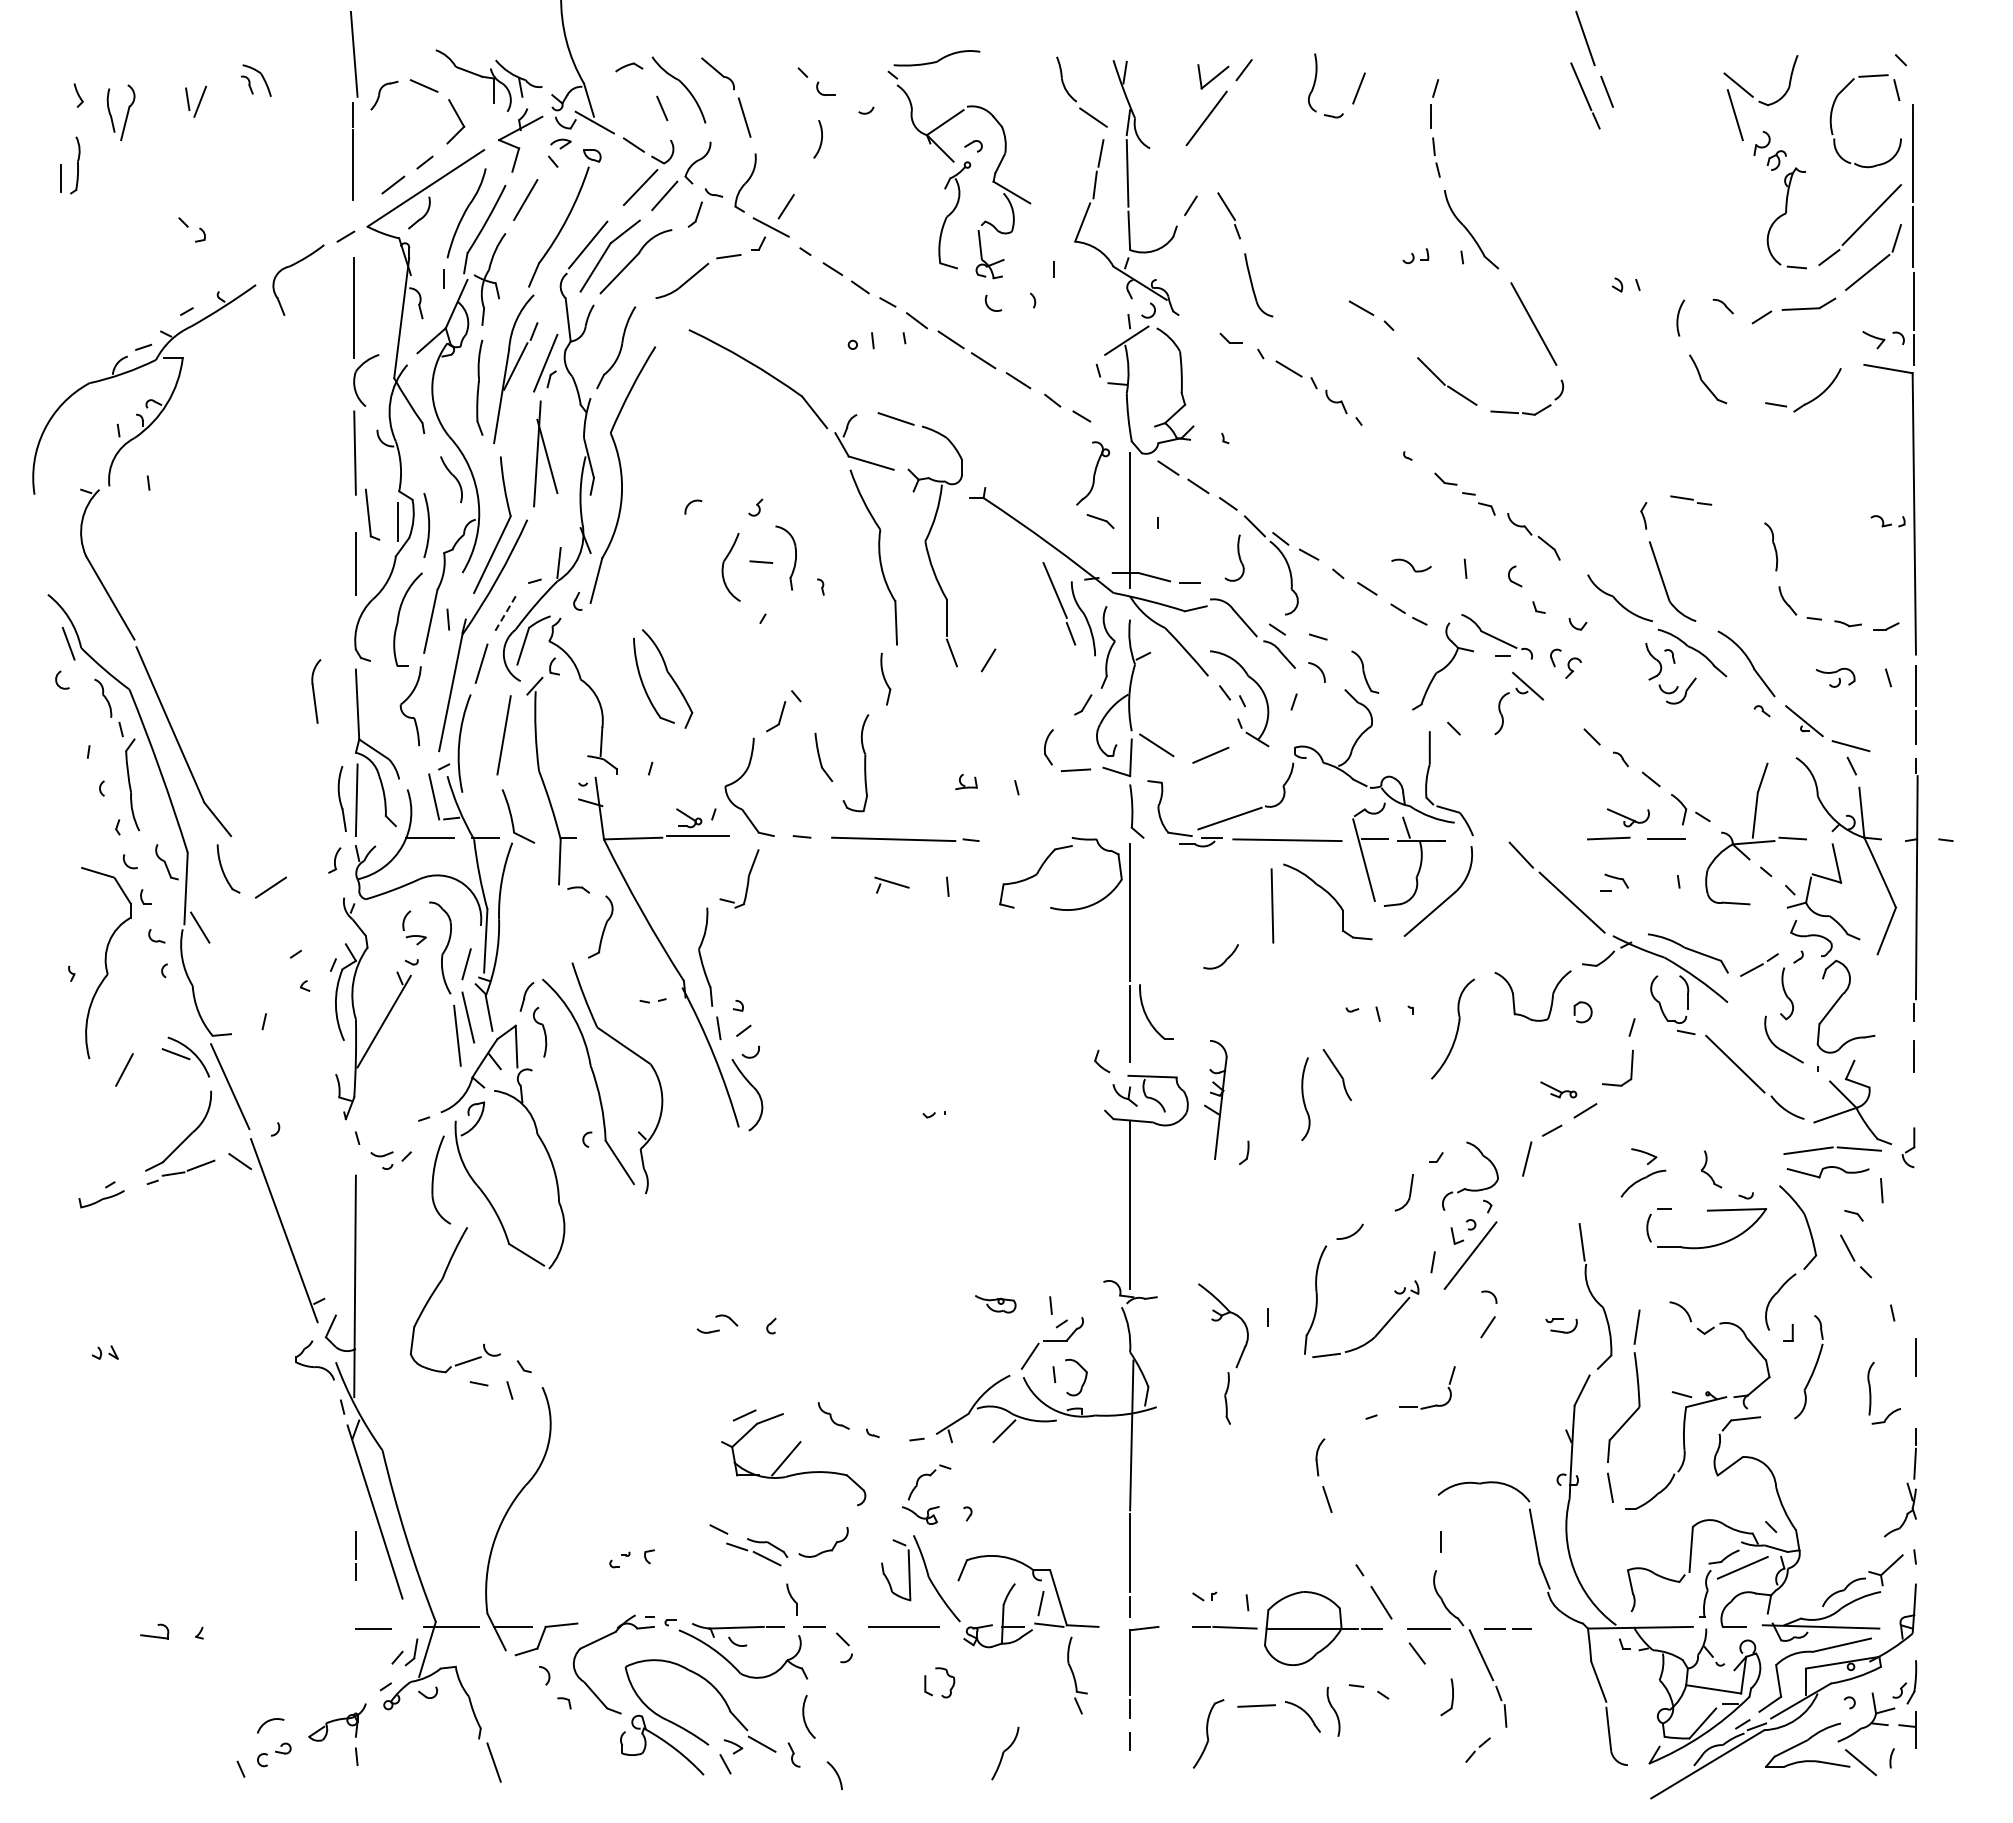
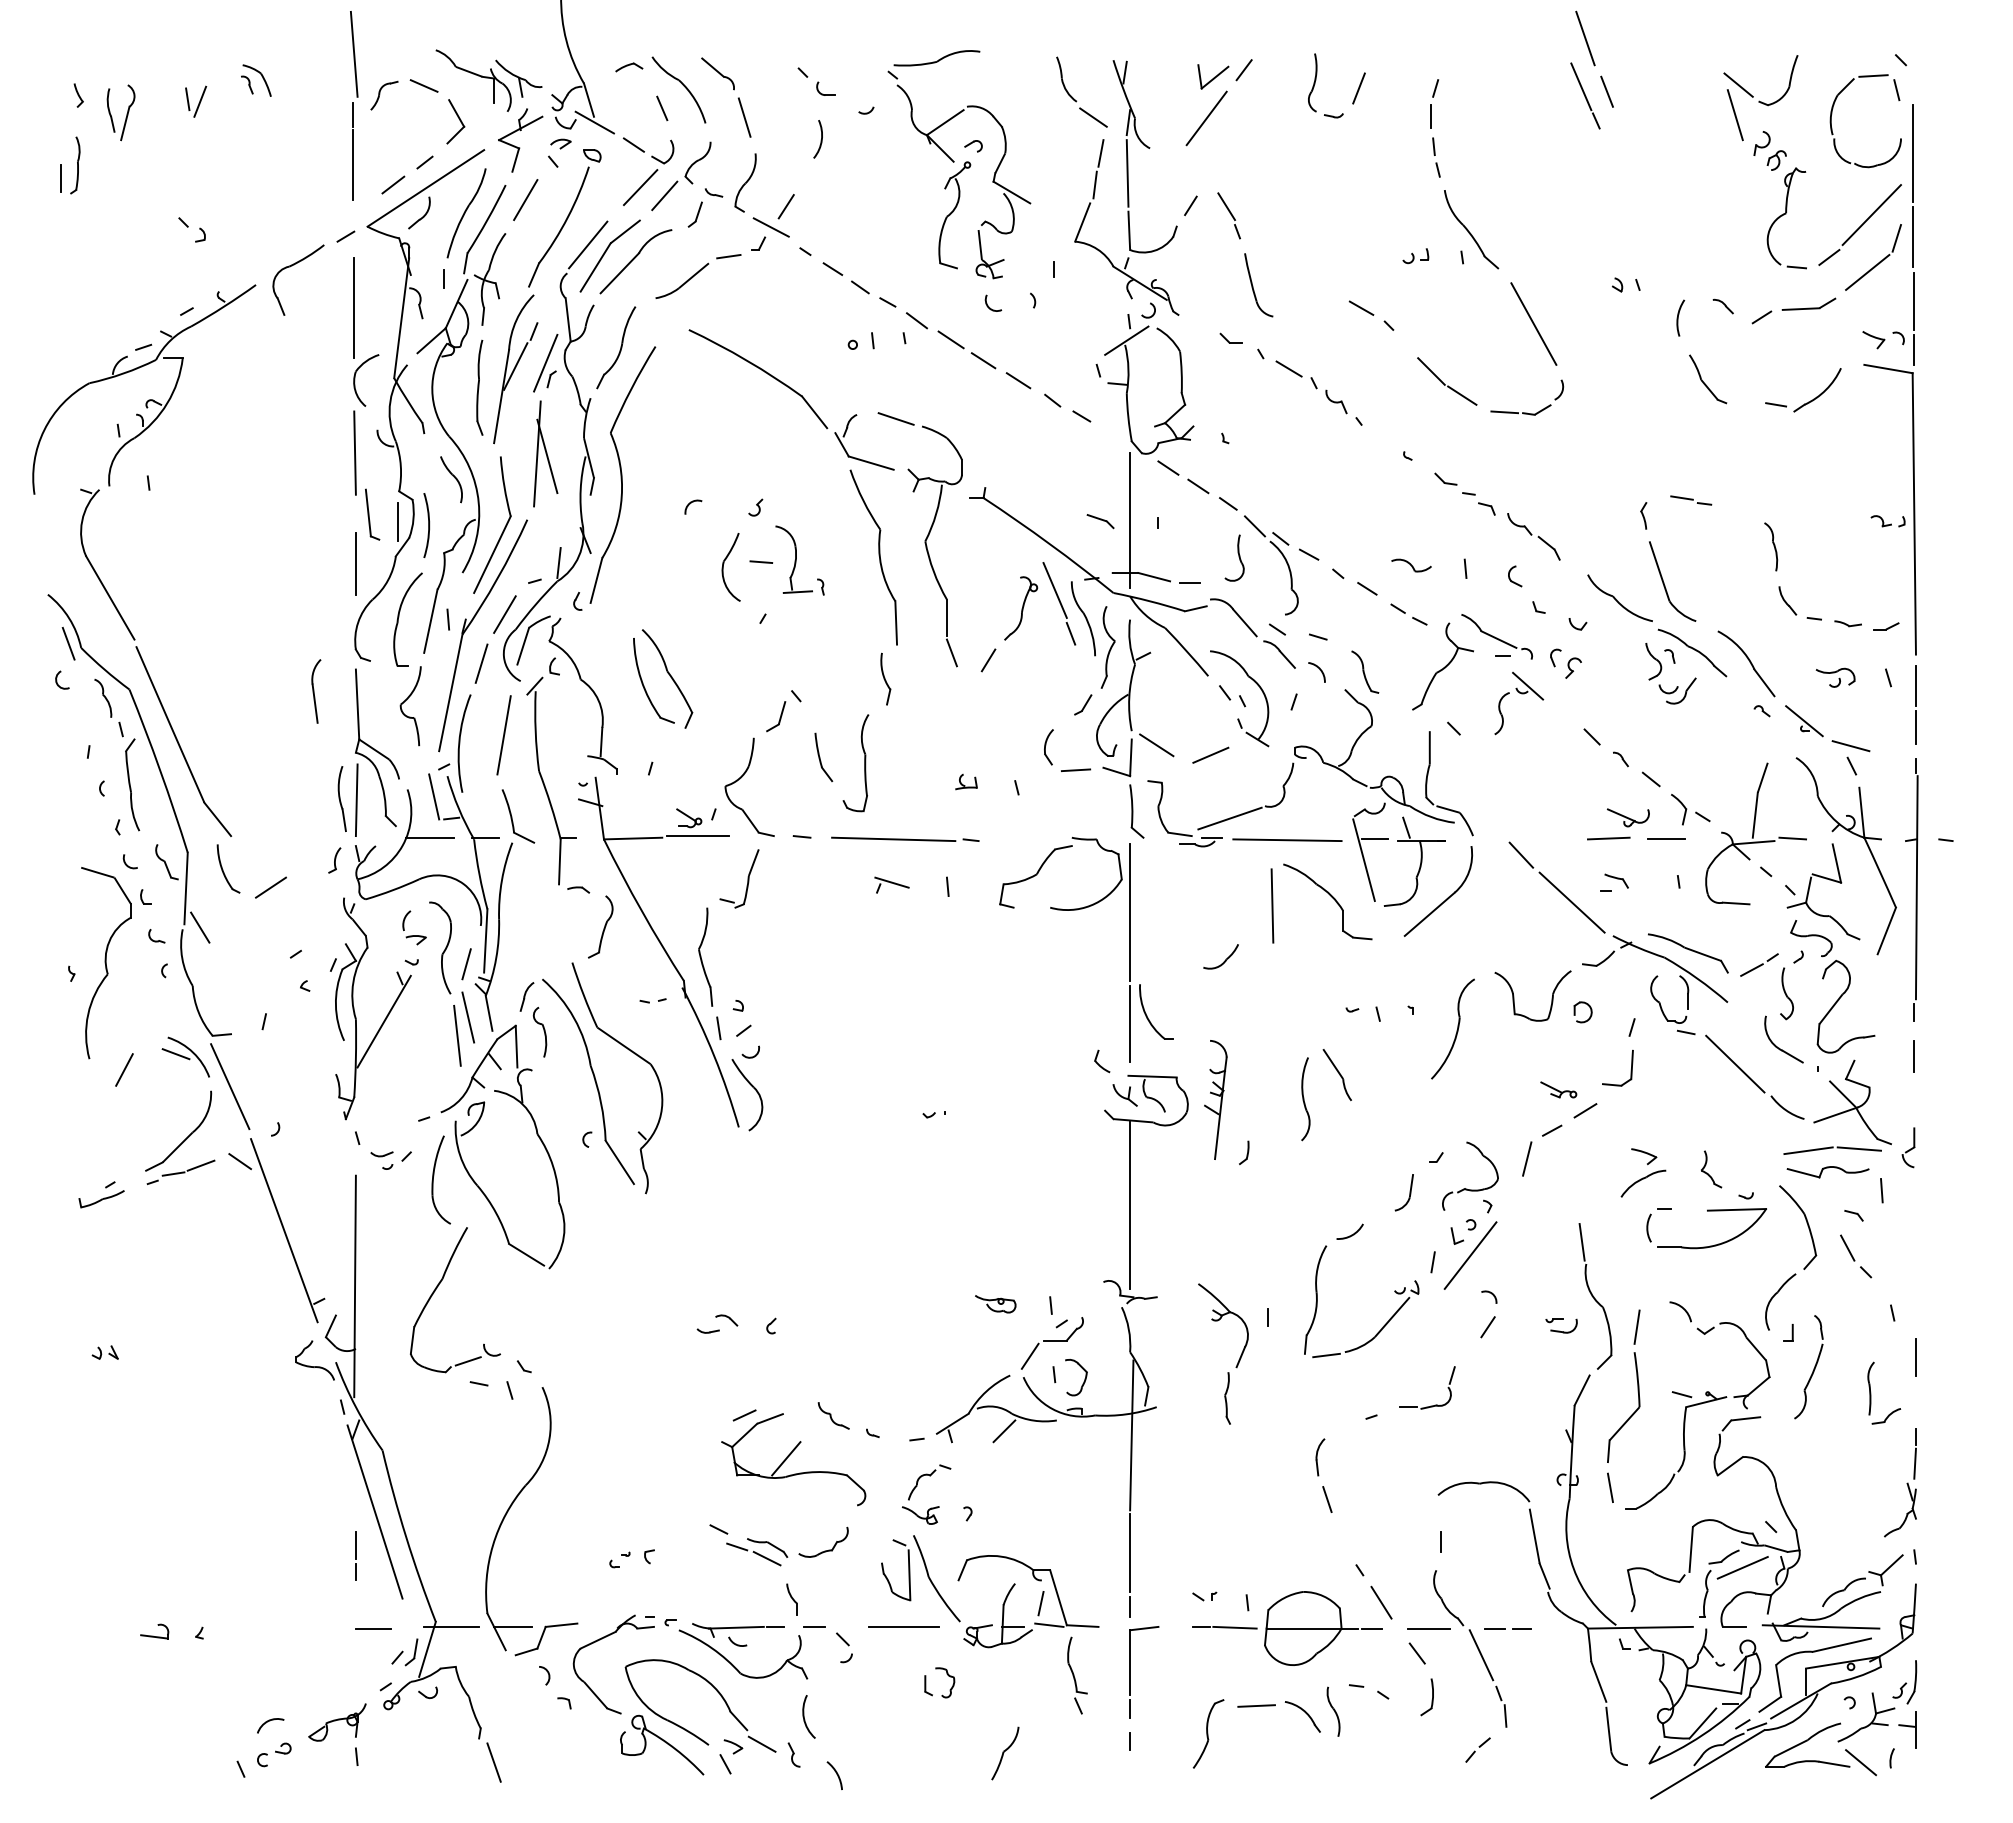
part at (1093, 473) position: (1093, 473) -> (1021, 608)
line at (797, 591): none -> present
line at (504, 615): dashed -> solid
part at (1446, 1697) position: (1446, 1697) -> (1426, 1697)
